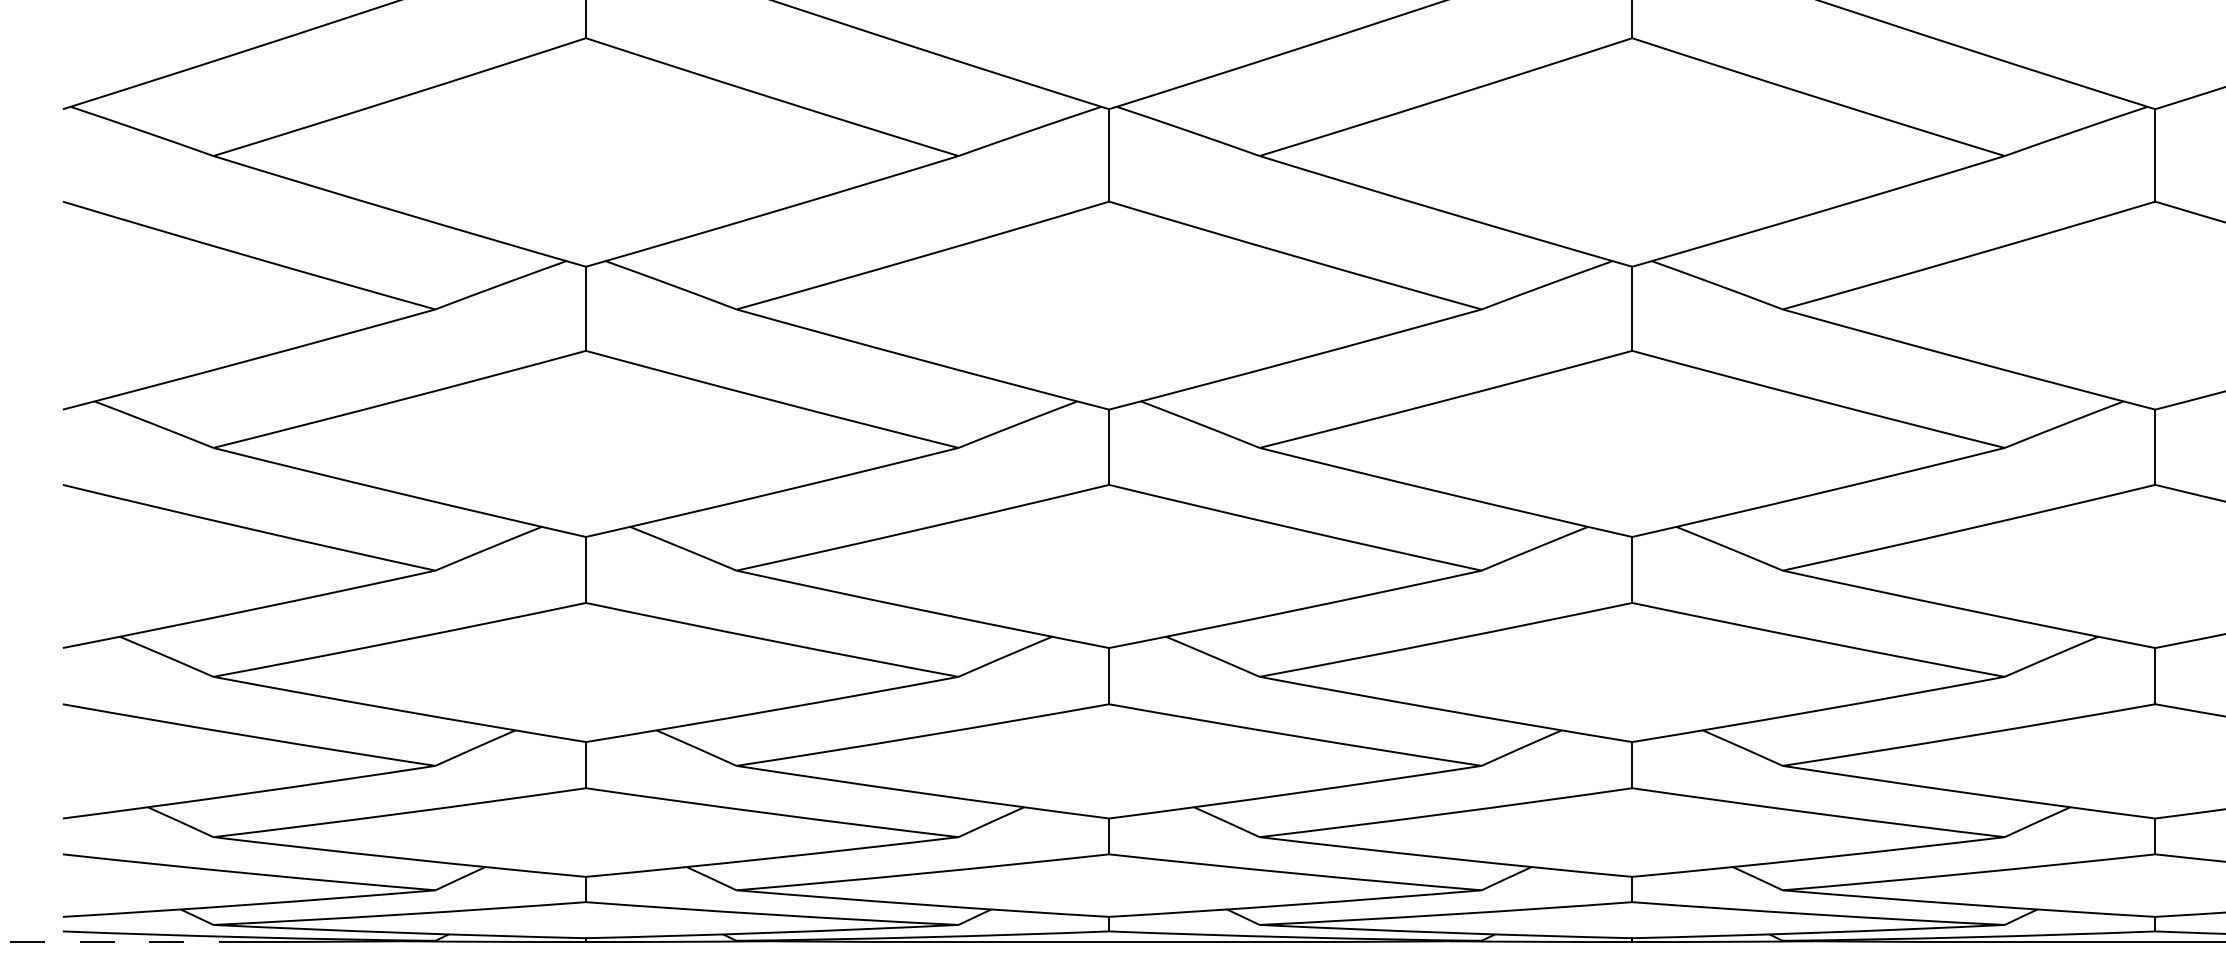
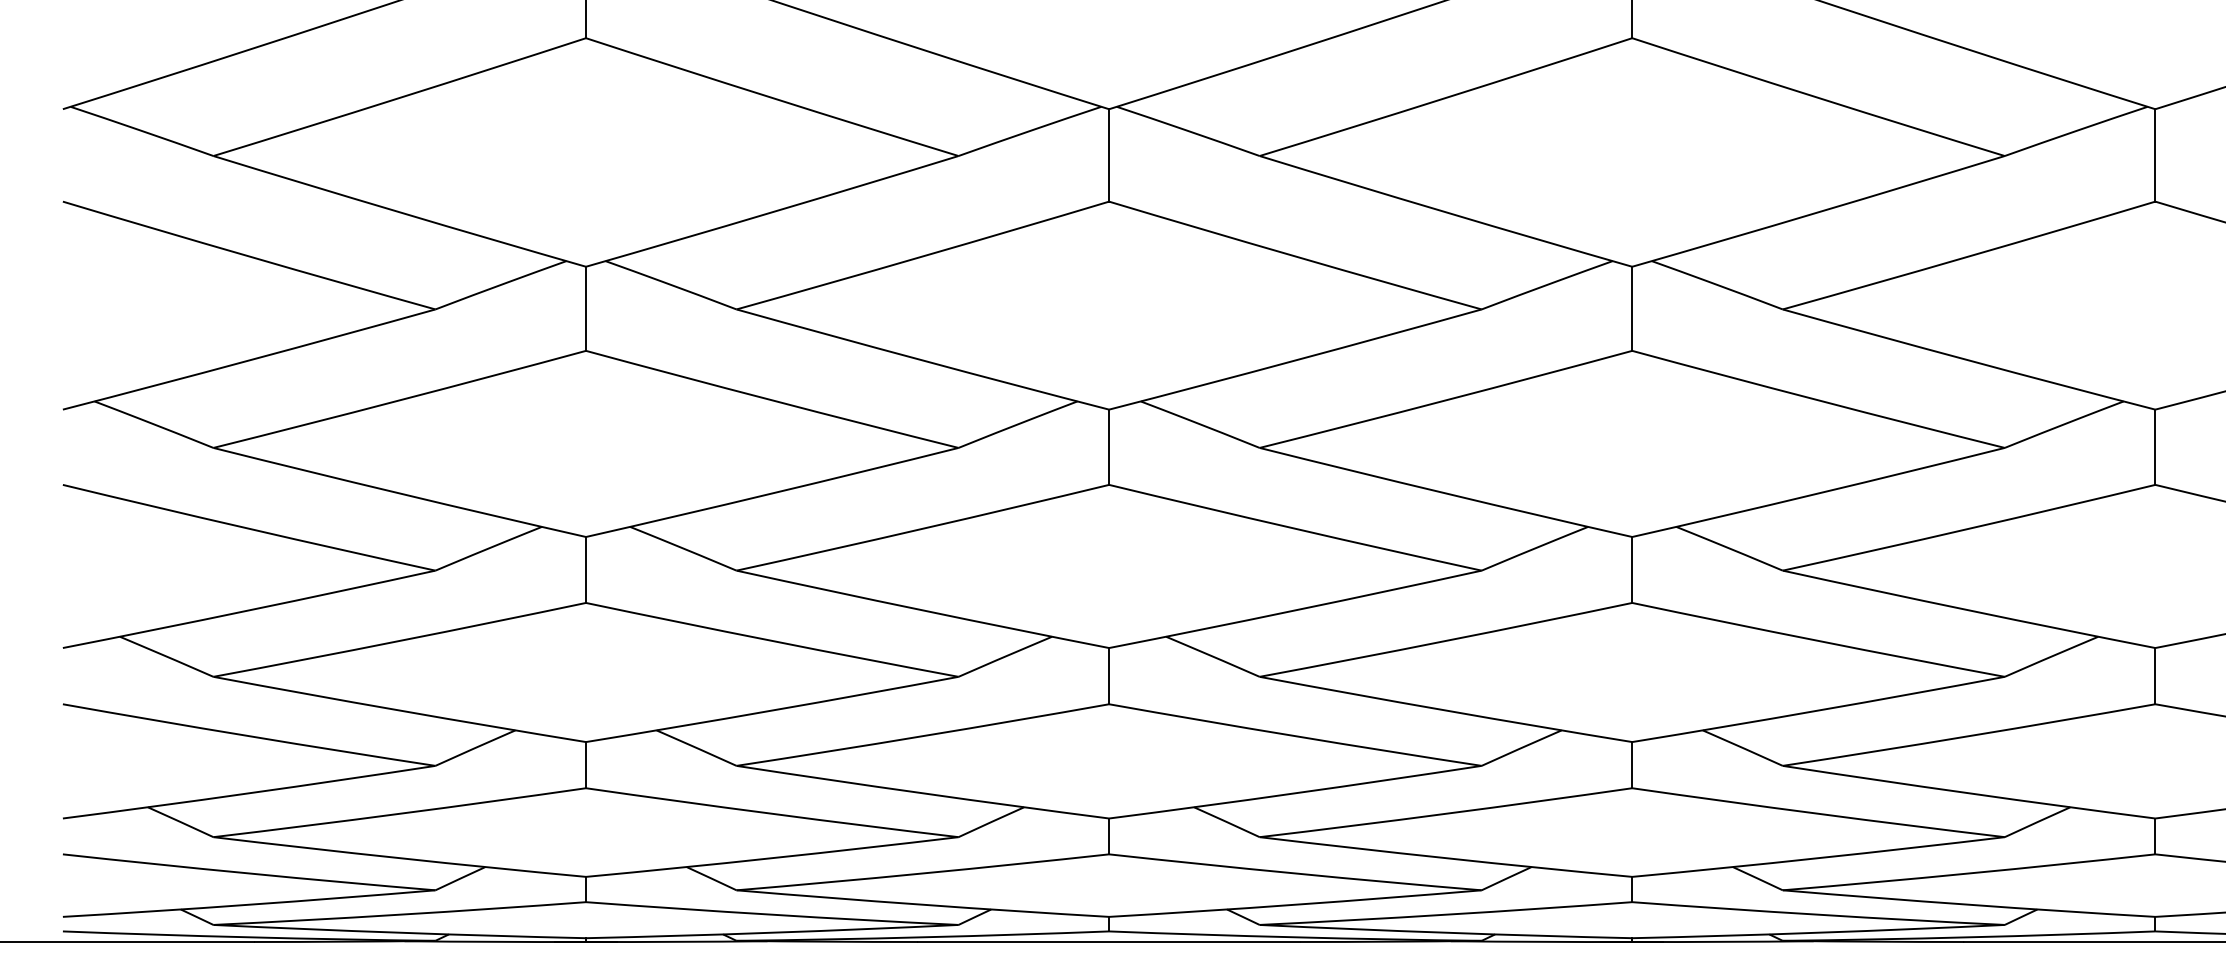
line at (127, 941): dashed -> solid
